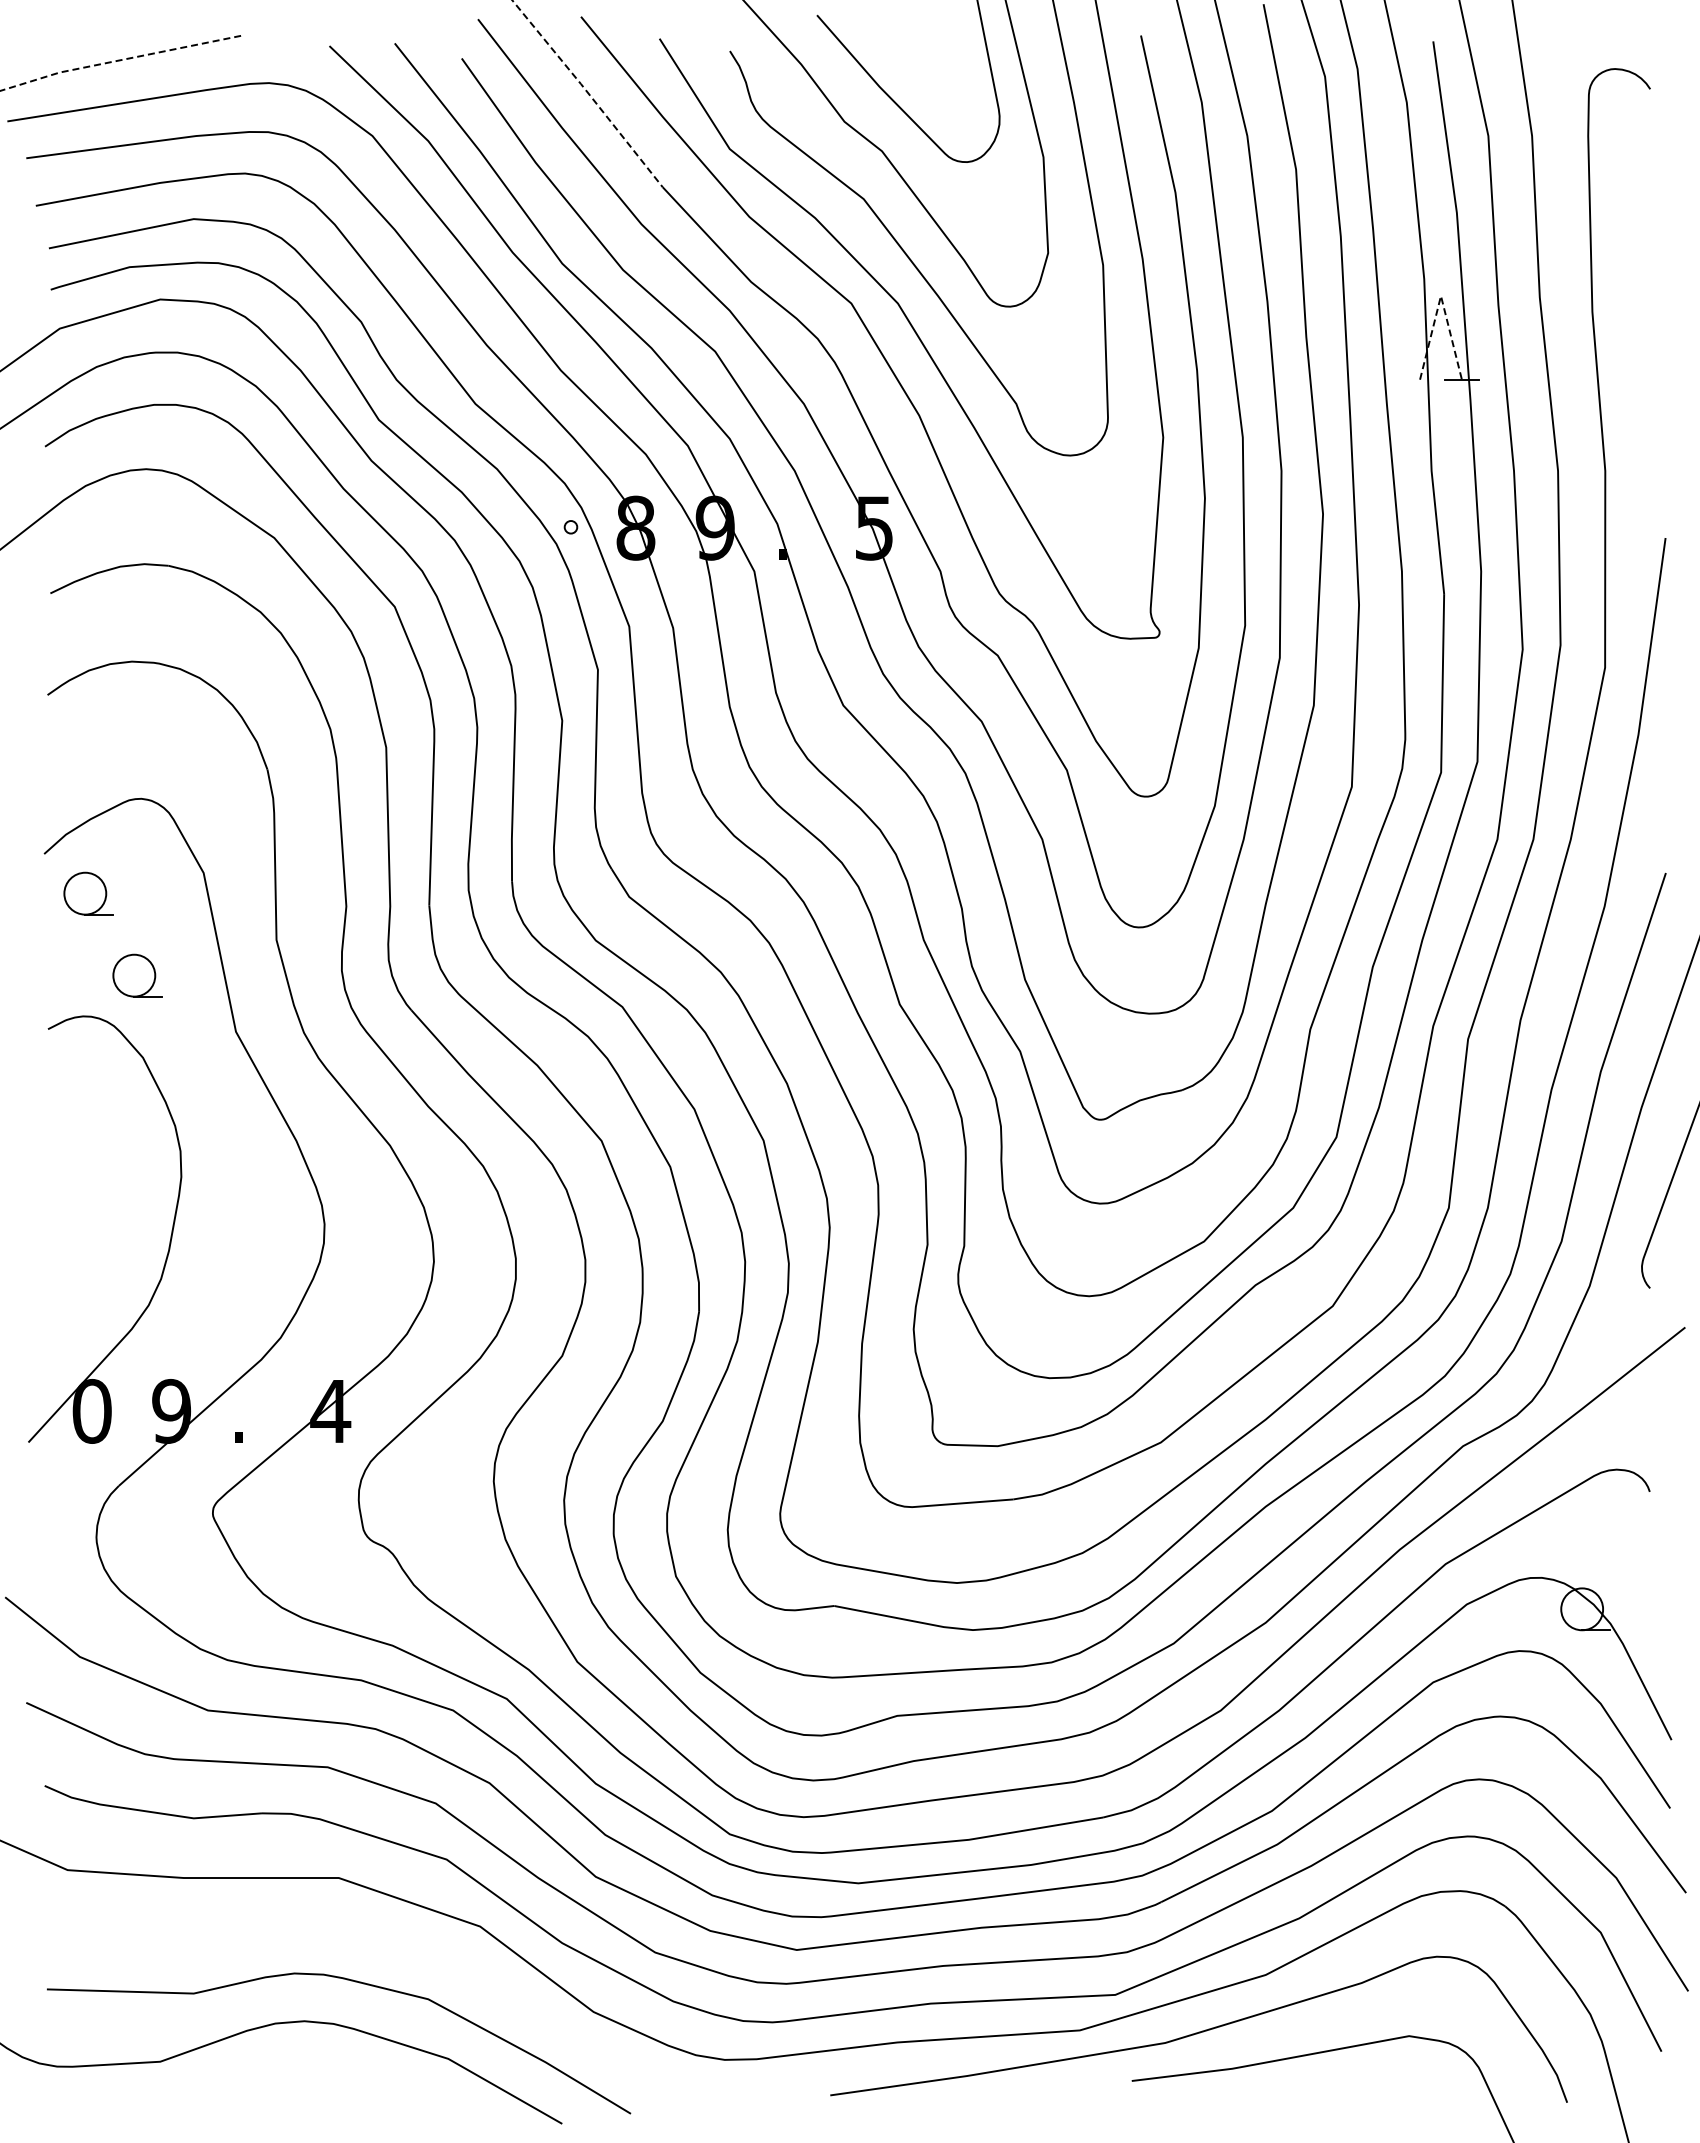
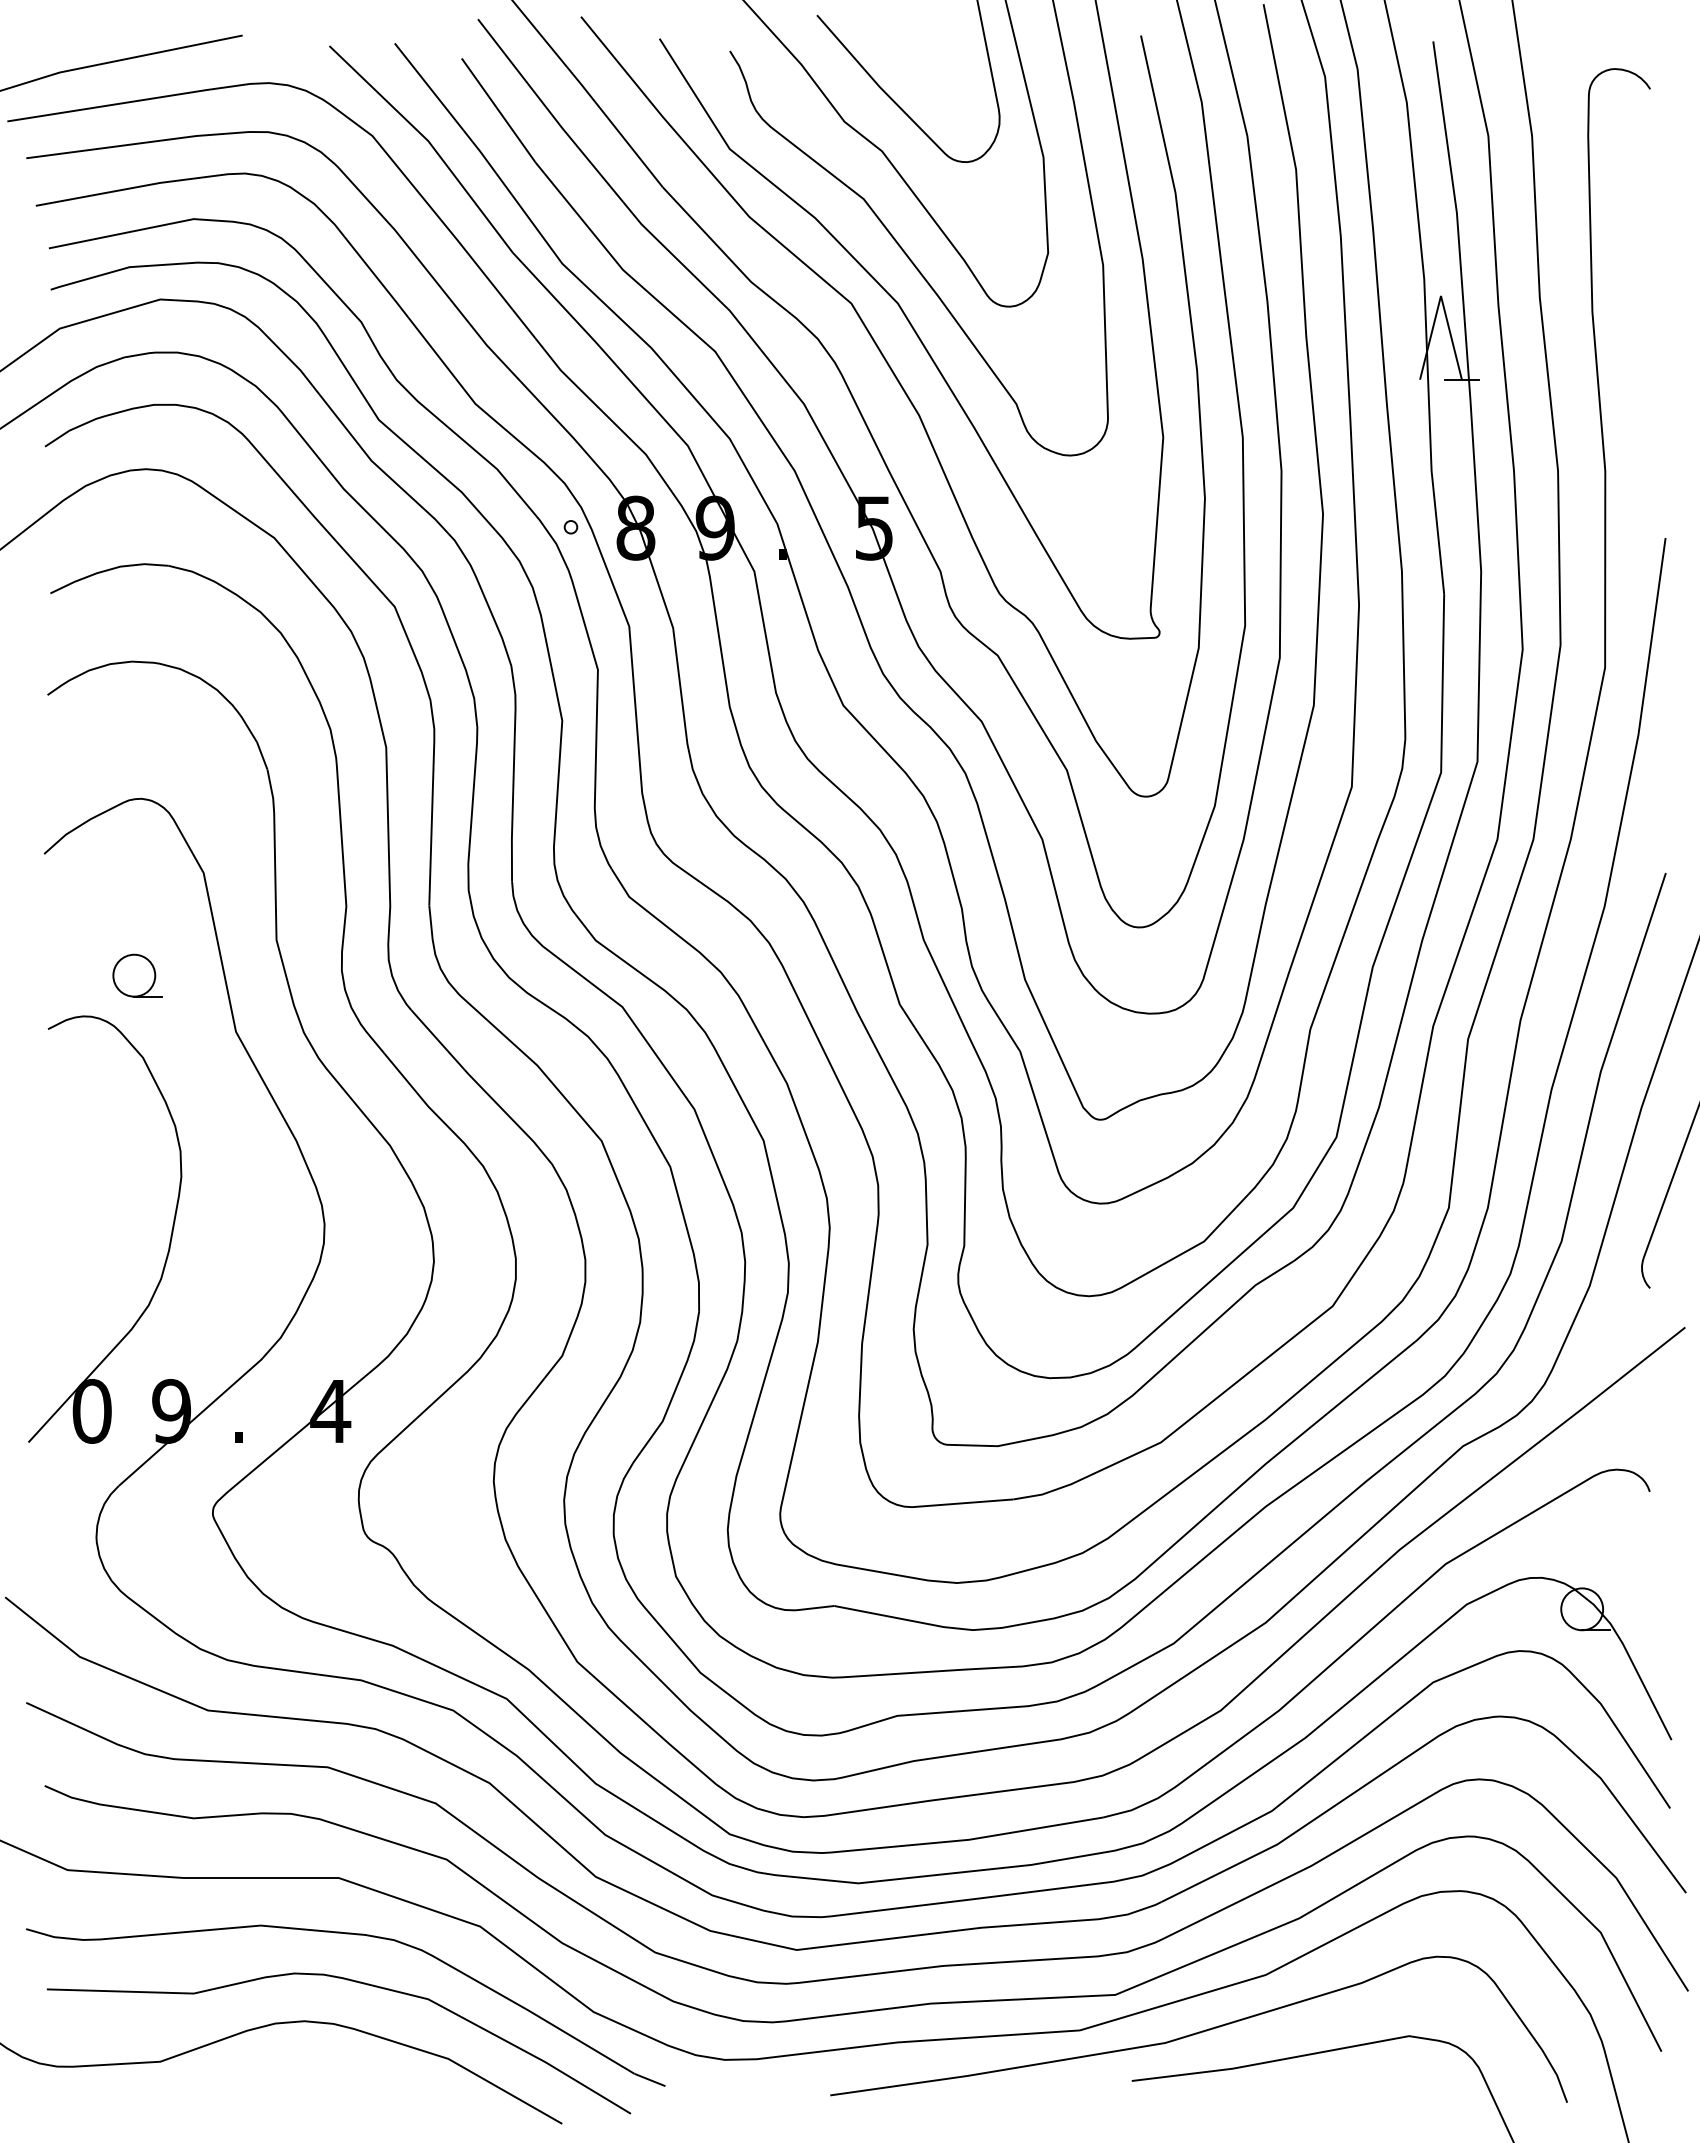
line at (120, 60): dashed -> solid
line at (588, 93): dashed -> solid
line at (1440, 295): dashed -> solid
part at (88, 893): present -> none
part at (356, 1935): none -> present
